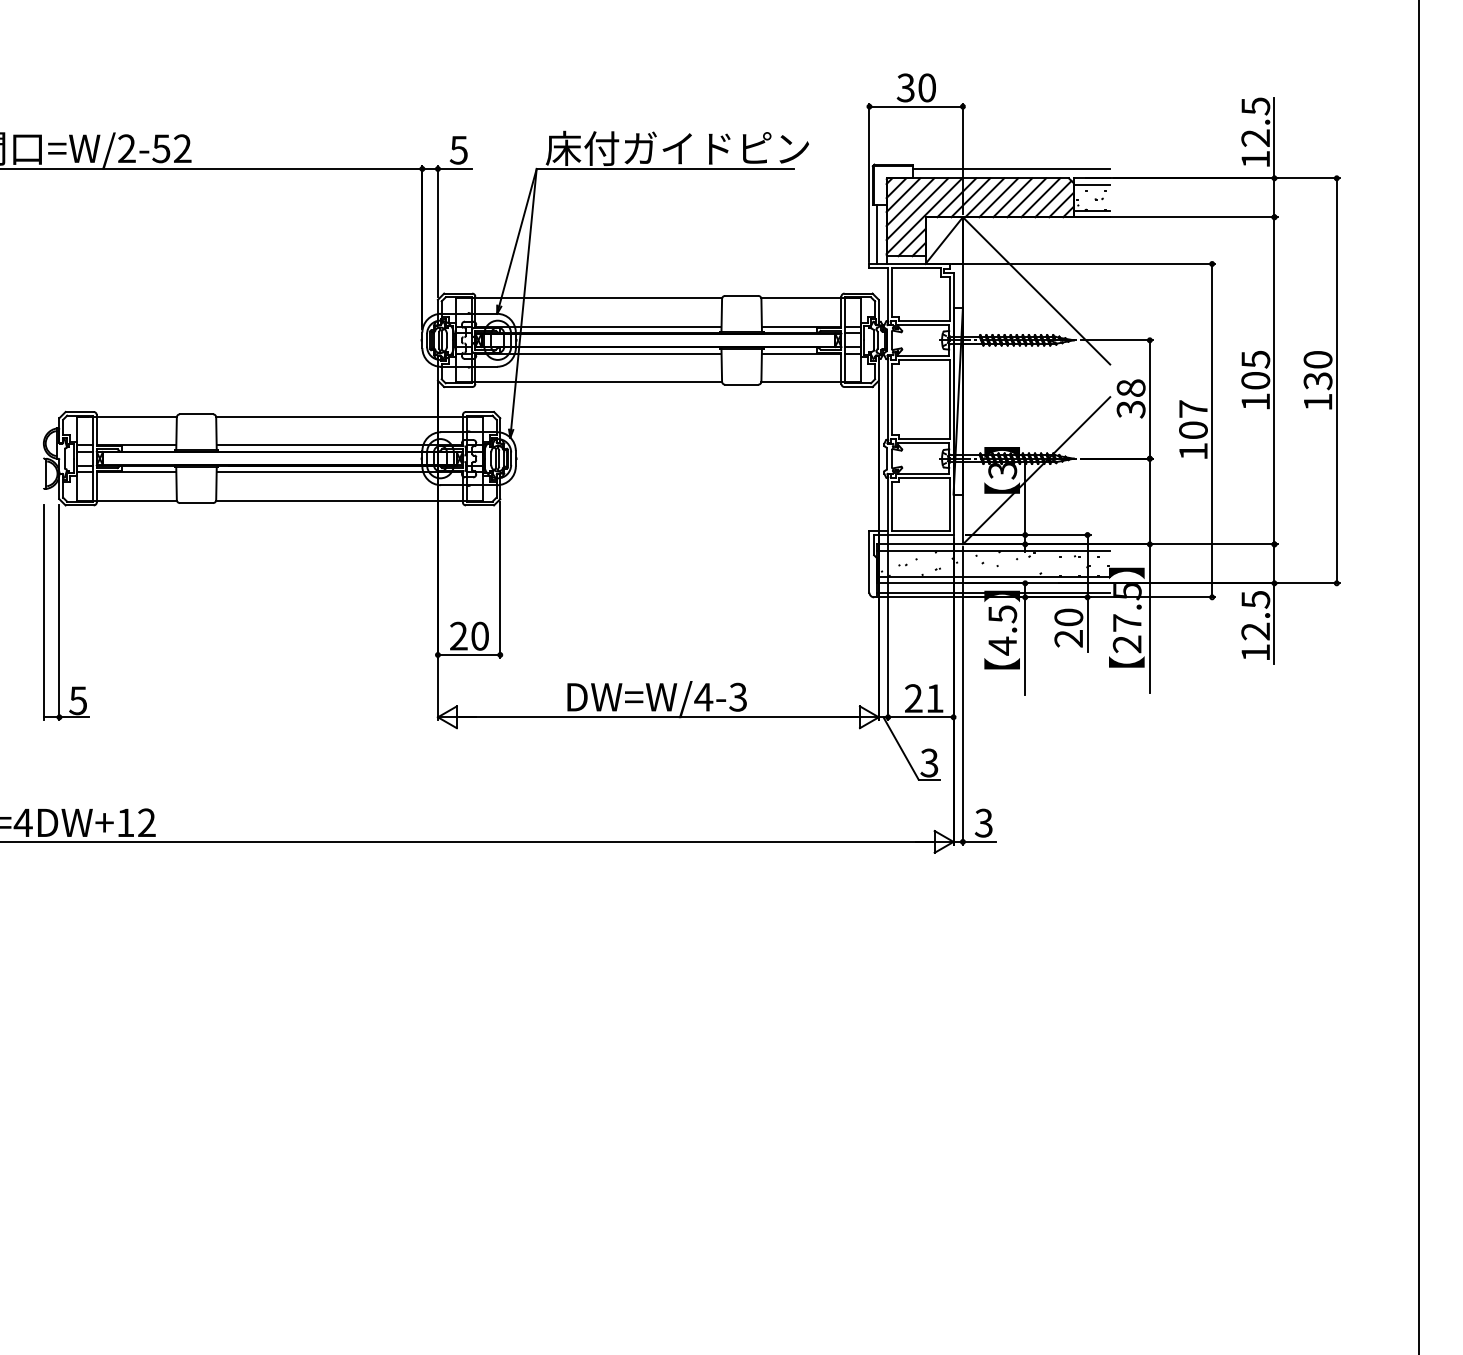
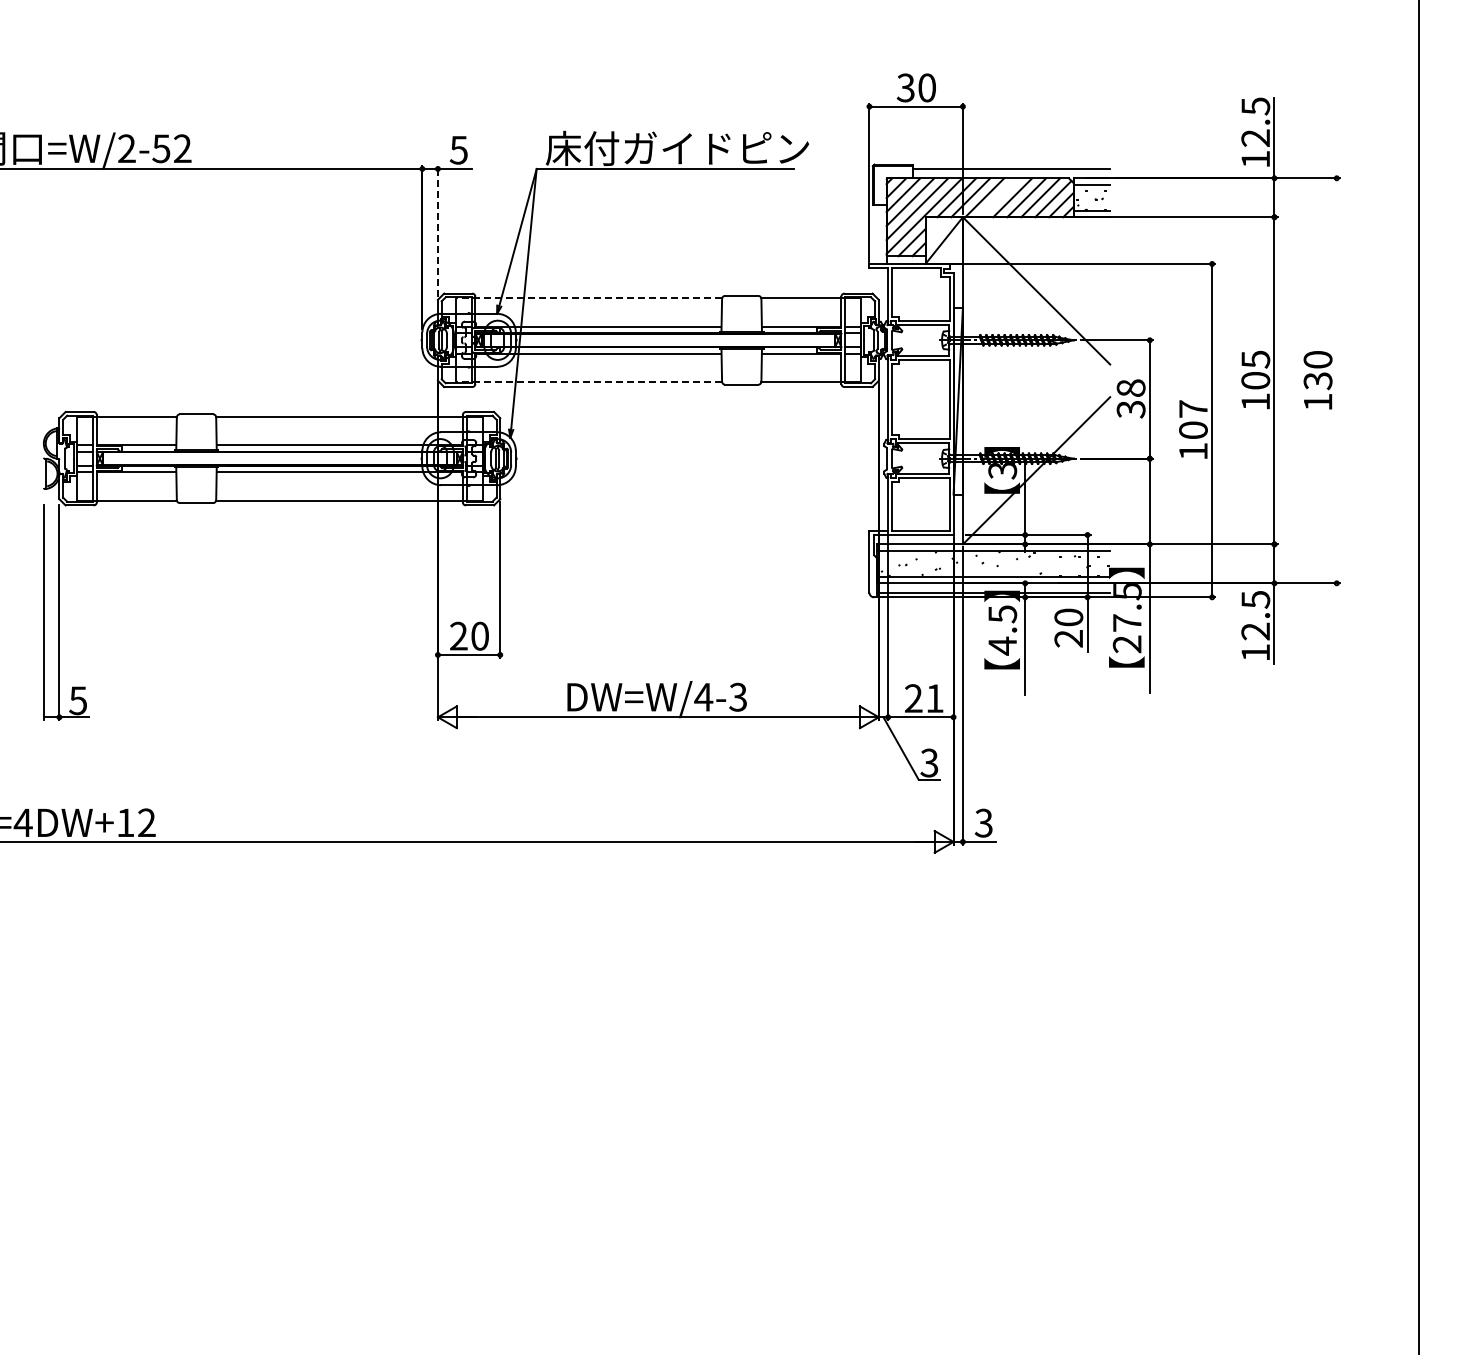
line at (998, 197): present -> none
line at (437, 231): solid -> dashed
line at (877, 234): present -> none
line at (588, 298): solid -> dashed
line at (1336, 380): present -> none
line at (588, 382): solid -> dashed
